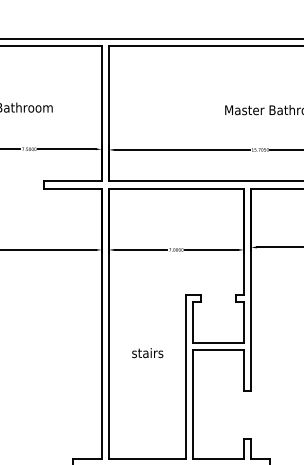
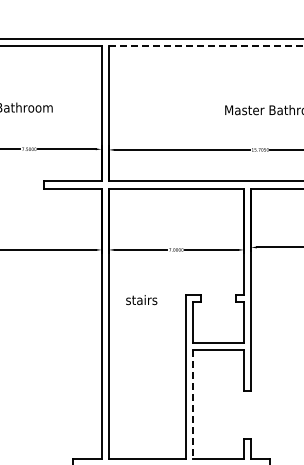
line at (206, 46): solid -> dashed
text at (147, 353) position: (147, 353) -> (141, 300)
line at (193, 404): solid -> dashed
